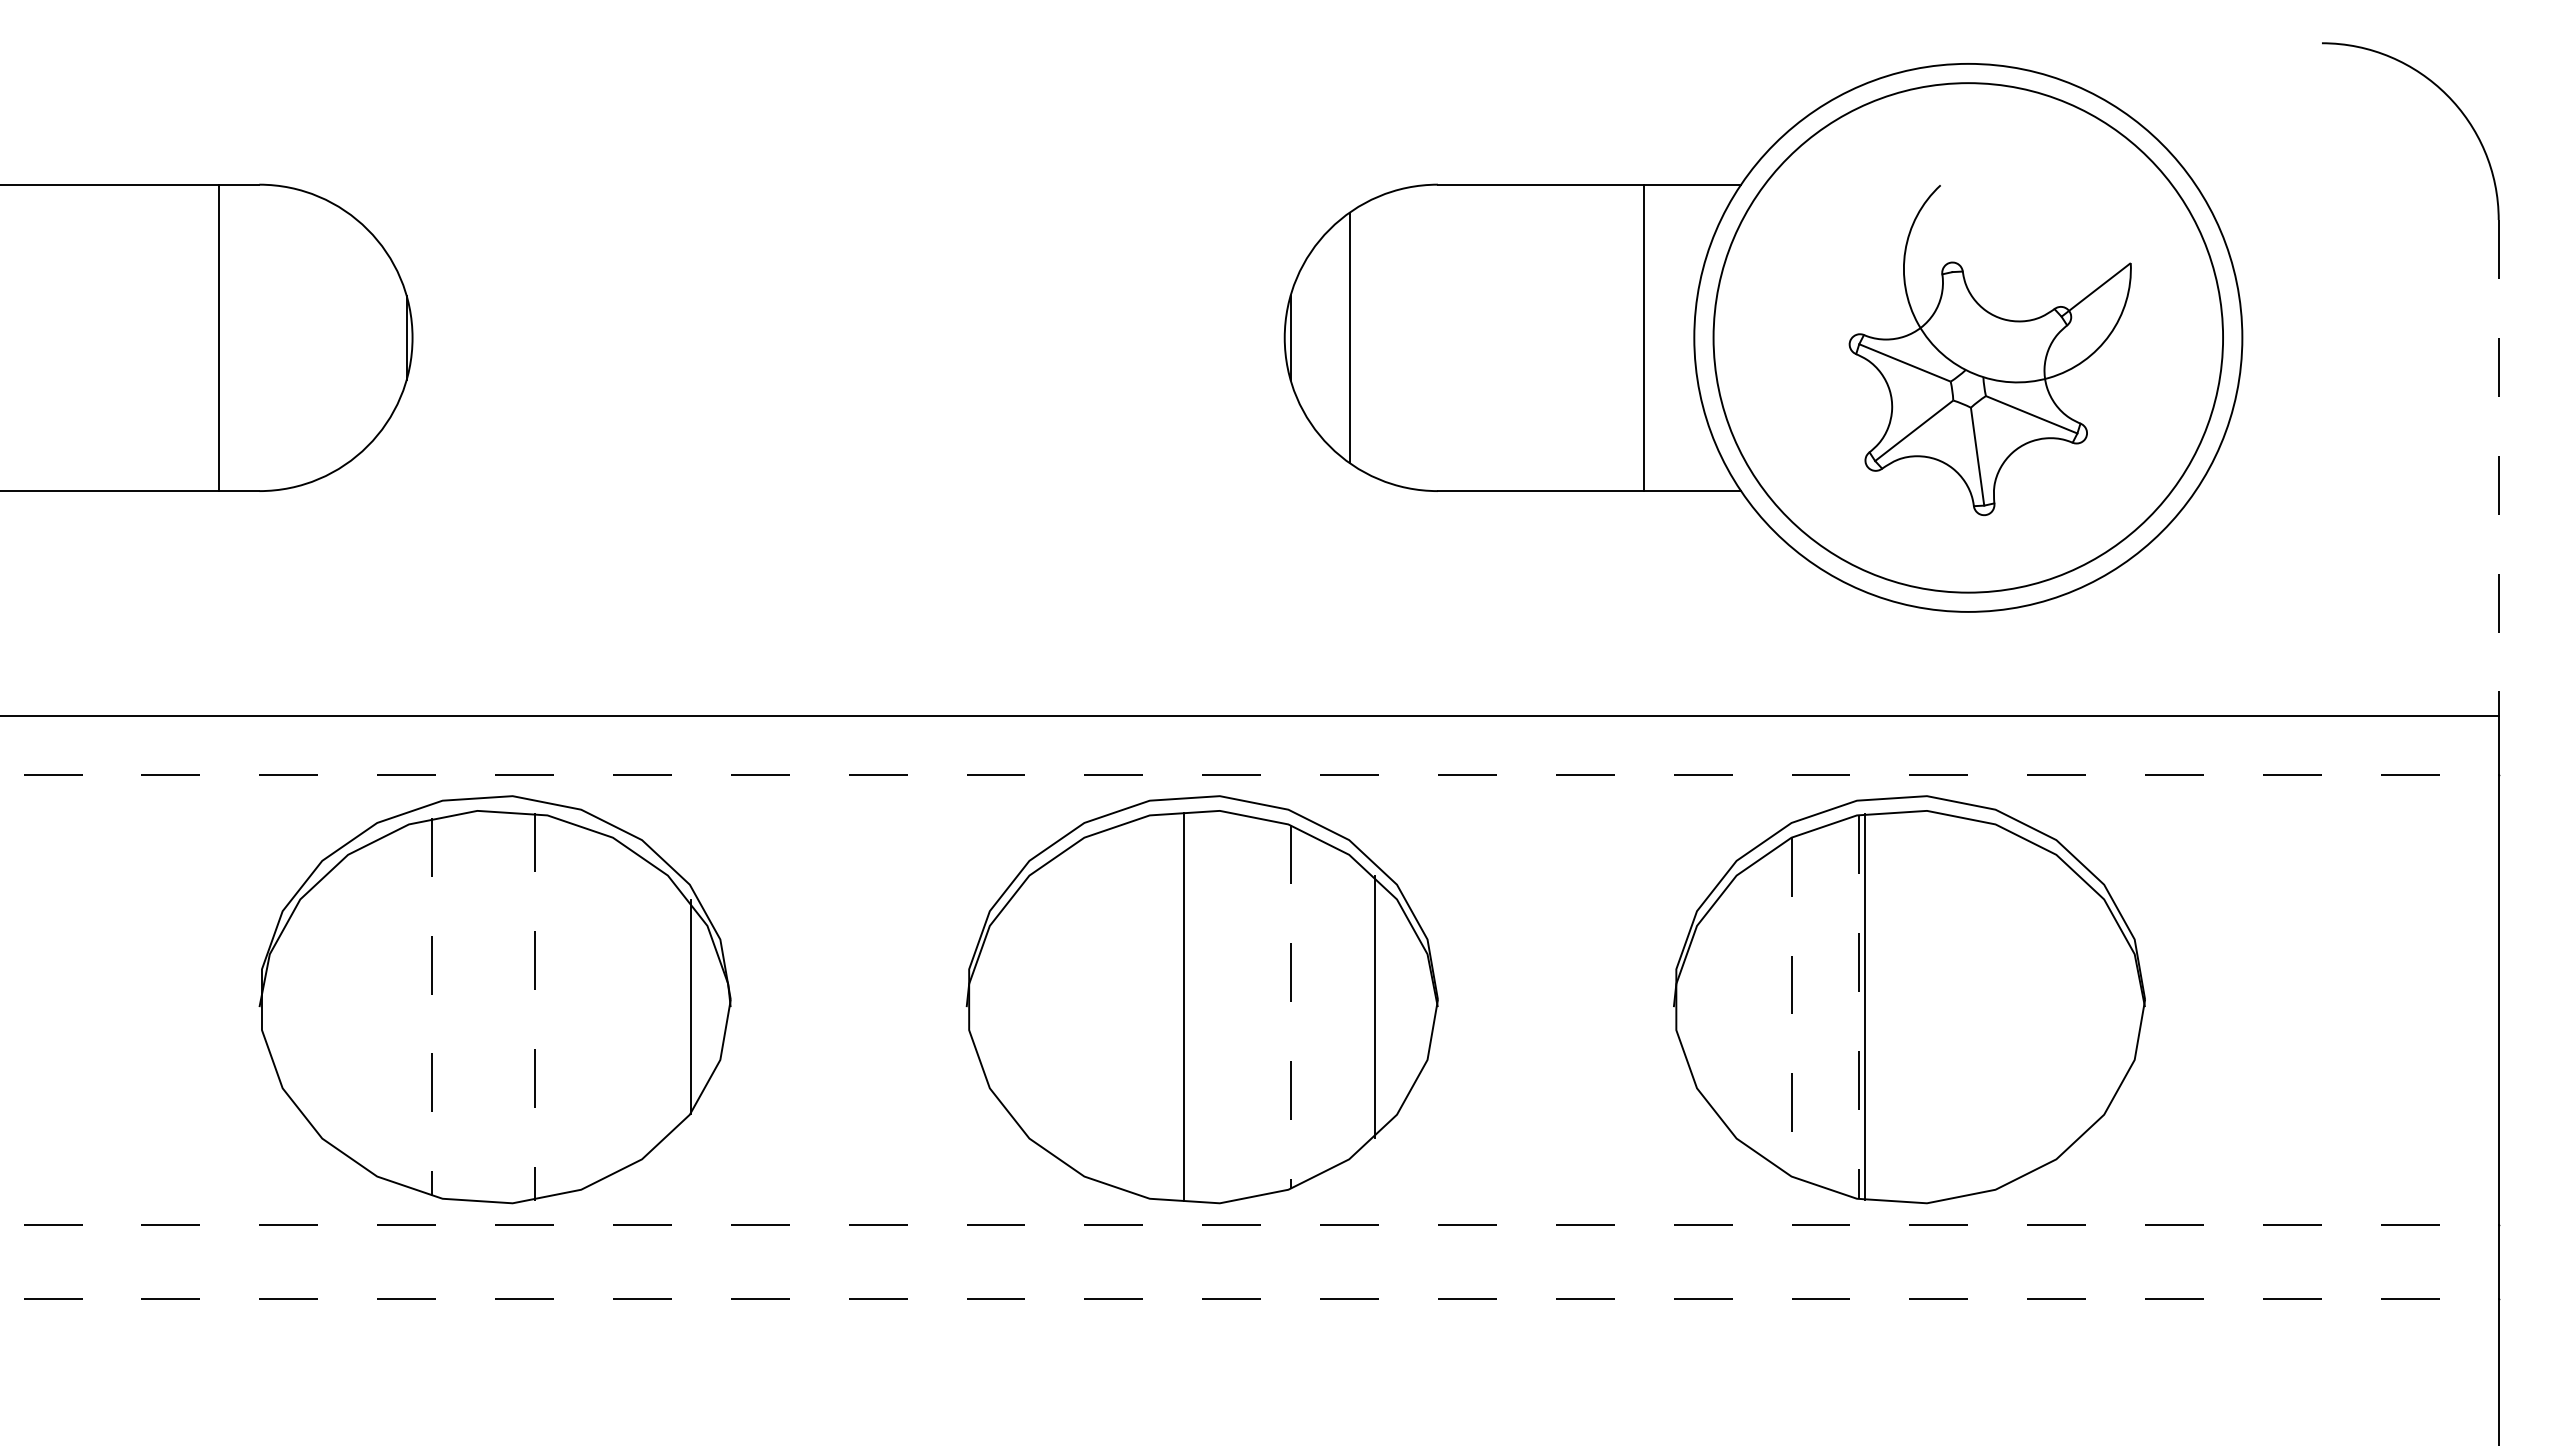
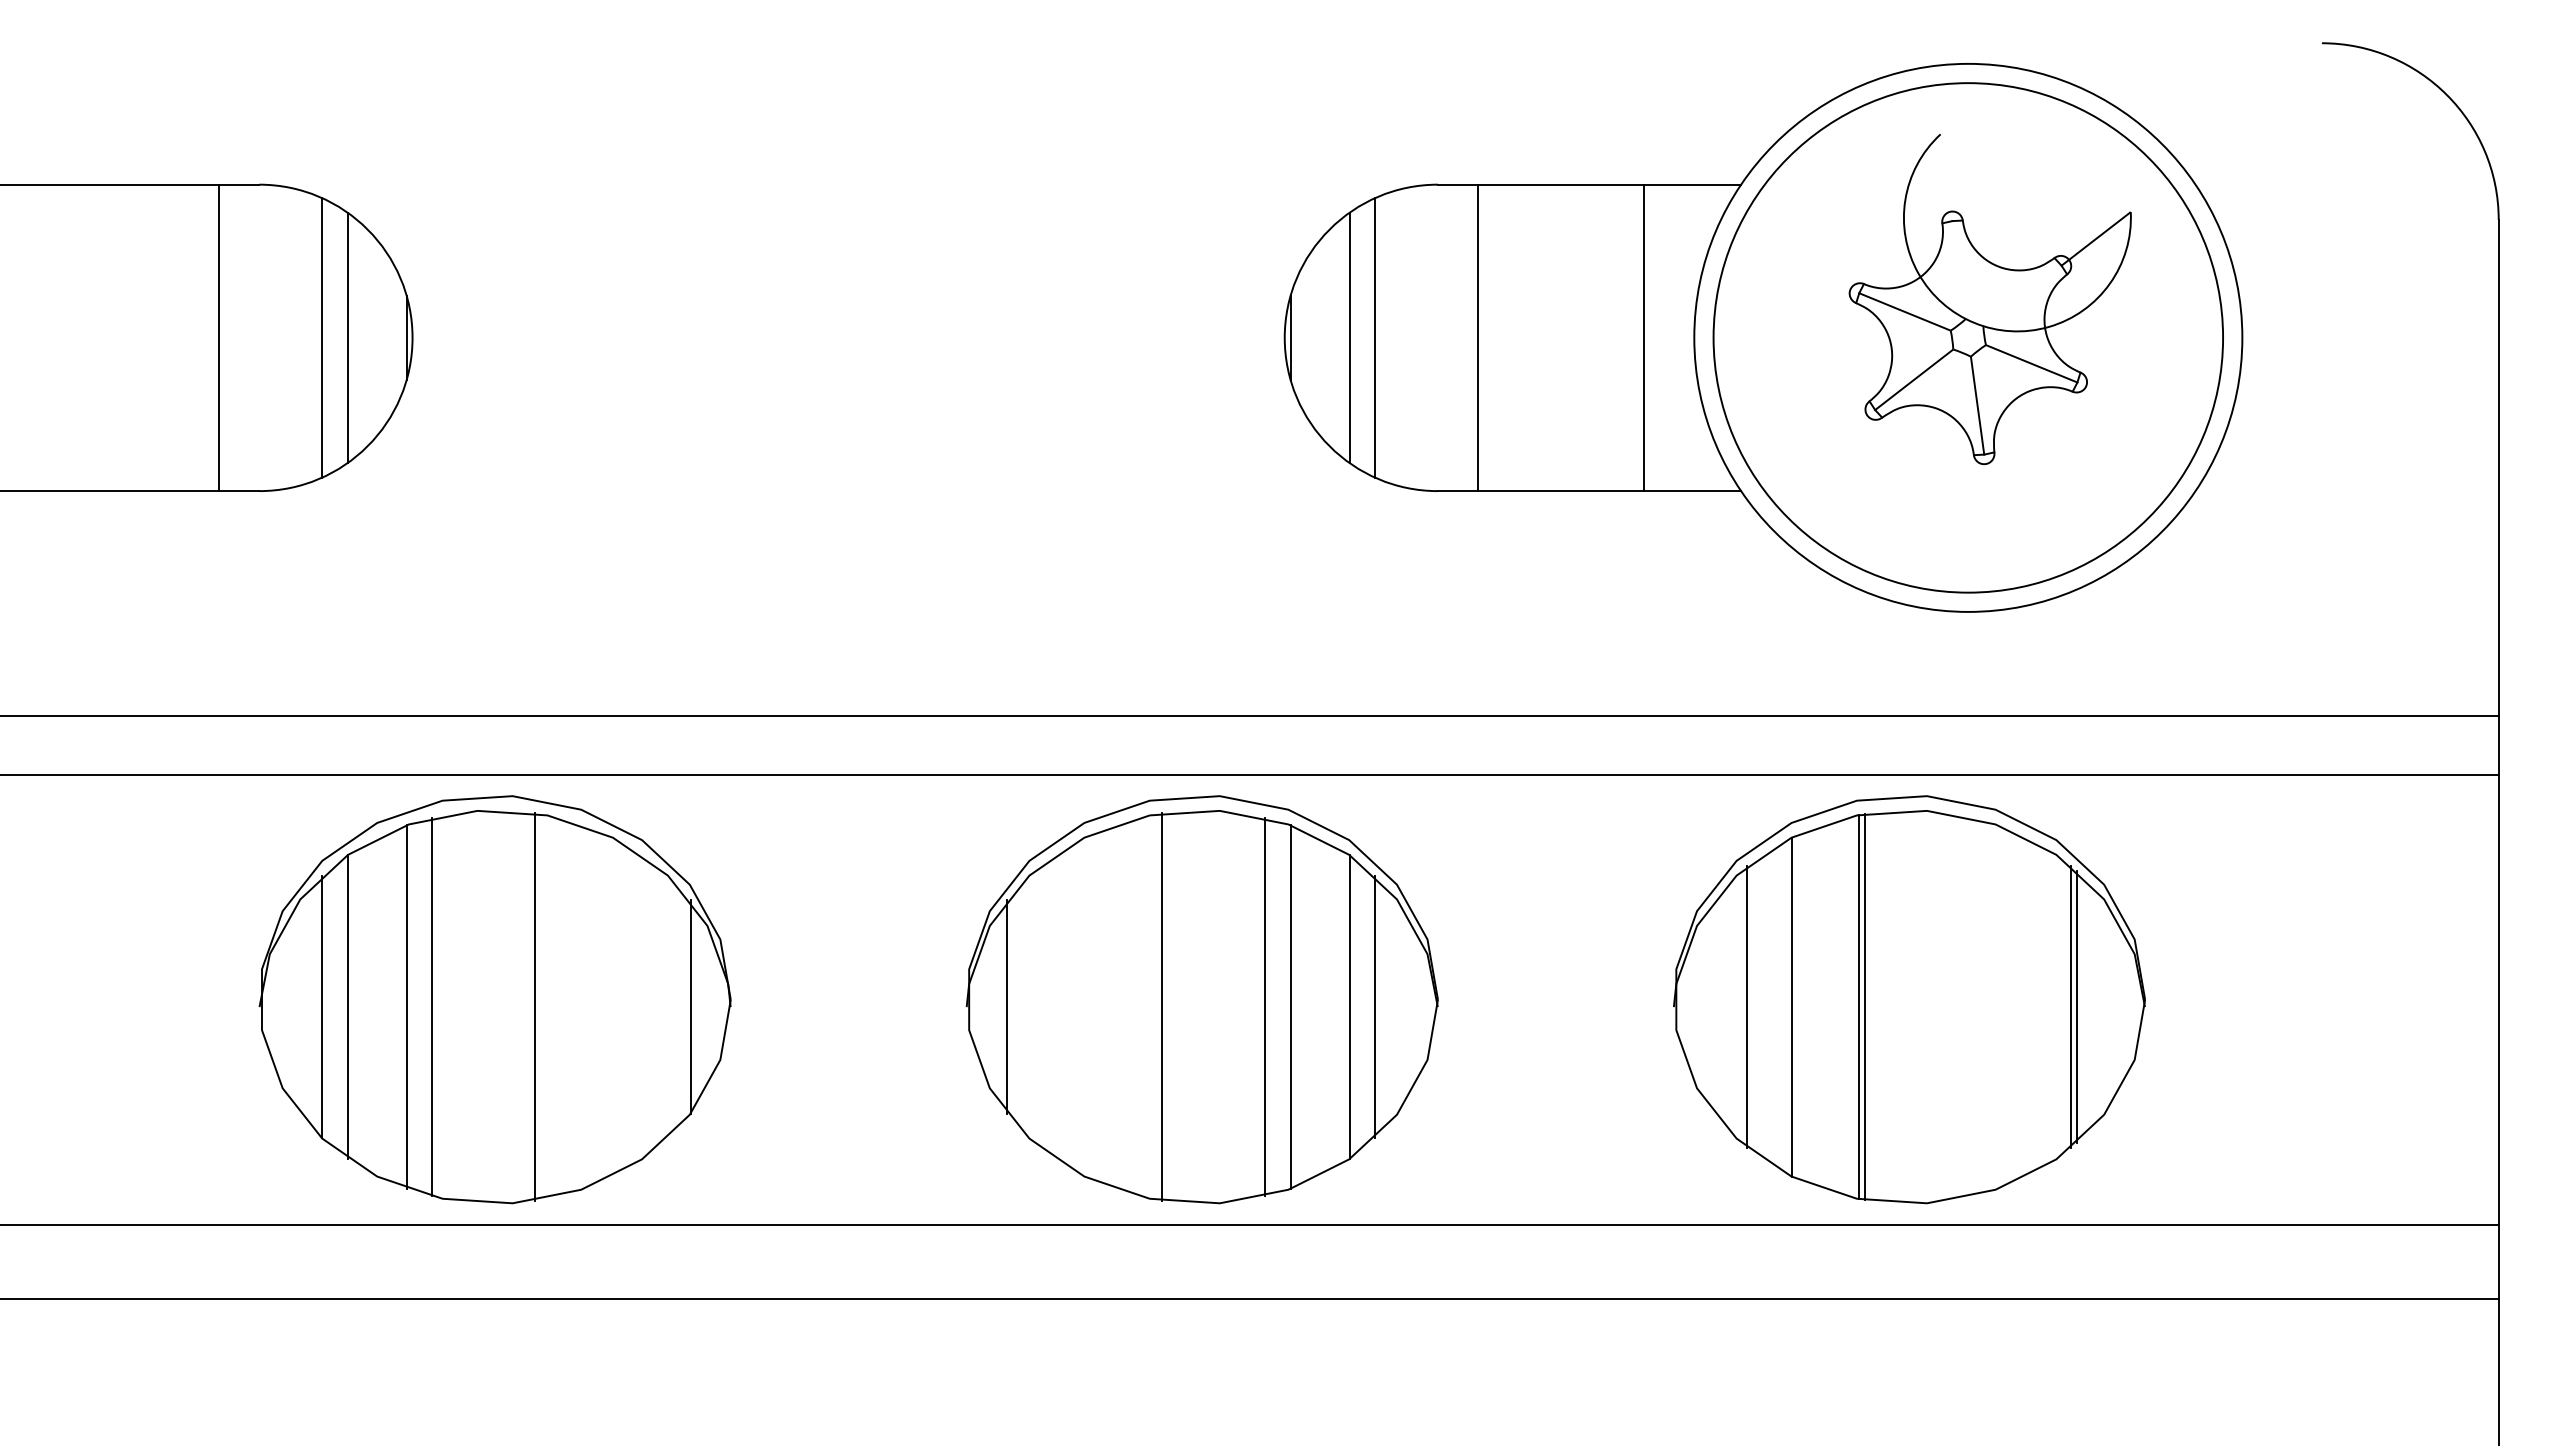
line at (322, 337): none -> present
line at (347, 337): none -> present
line at (1375, 337): none -> present
line at (1478, 337): none -> present
part at (1989, 350) position: (1989, 350) -> (1989, 299)
line at (2498, 467): dashed -> solid
line at (1250, 774): dashed -> solid
line at (322, 1006): none -> present
line at (406, 1006): none -> present
line at (1006, 1006): none -> present
line at (1184, 1006) position: (1184, 1006) -> (1162, 1006)
line at (1265, 1006): none -> present
line at (1747, 1006): none -> present
line at (2071, 1006): none -> present
line at (2077, 1006): none -> present
line at (347, 1007): none -> present
line at (432, 1007): dashed -> solid
line at (535, 1007): dashed -> solid
line at (1290, 1007): dashed -> solid
line at (1349, 1007): none -> present
line at (1791, 1007): dashed -> solid
line at (1859, 1007): dashed -> solid
line at (1250, 1224): dashed -> solid
line at (1250, 1298): dashed -> solid
